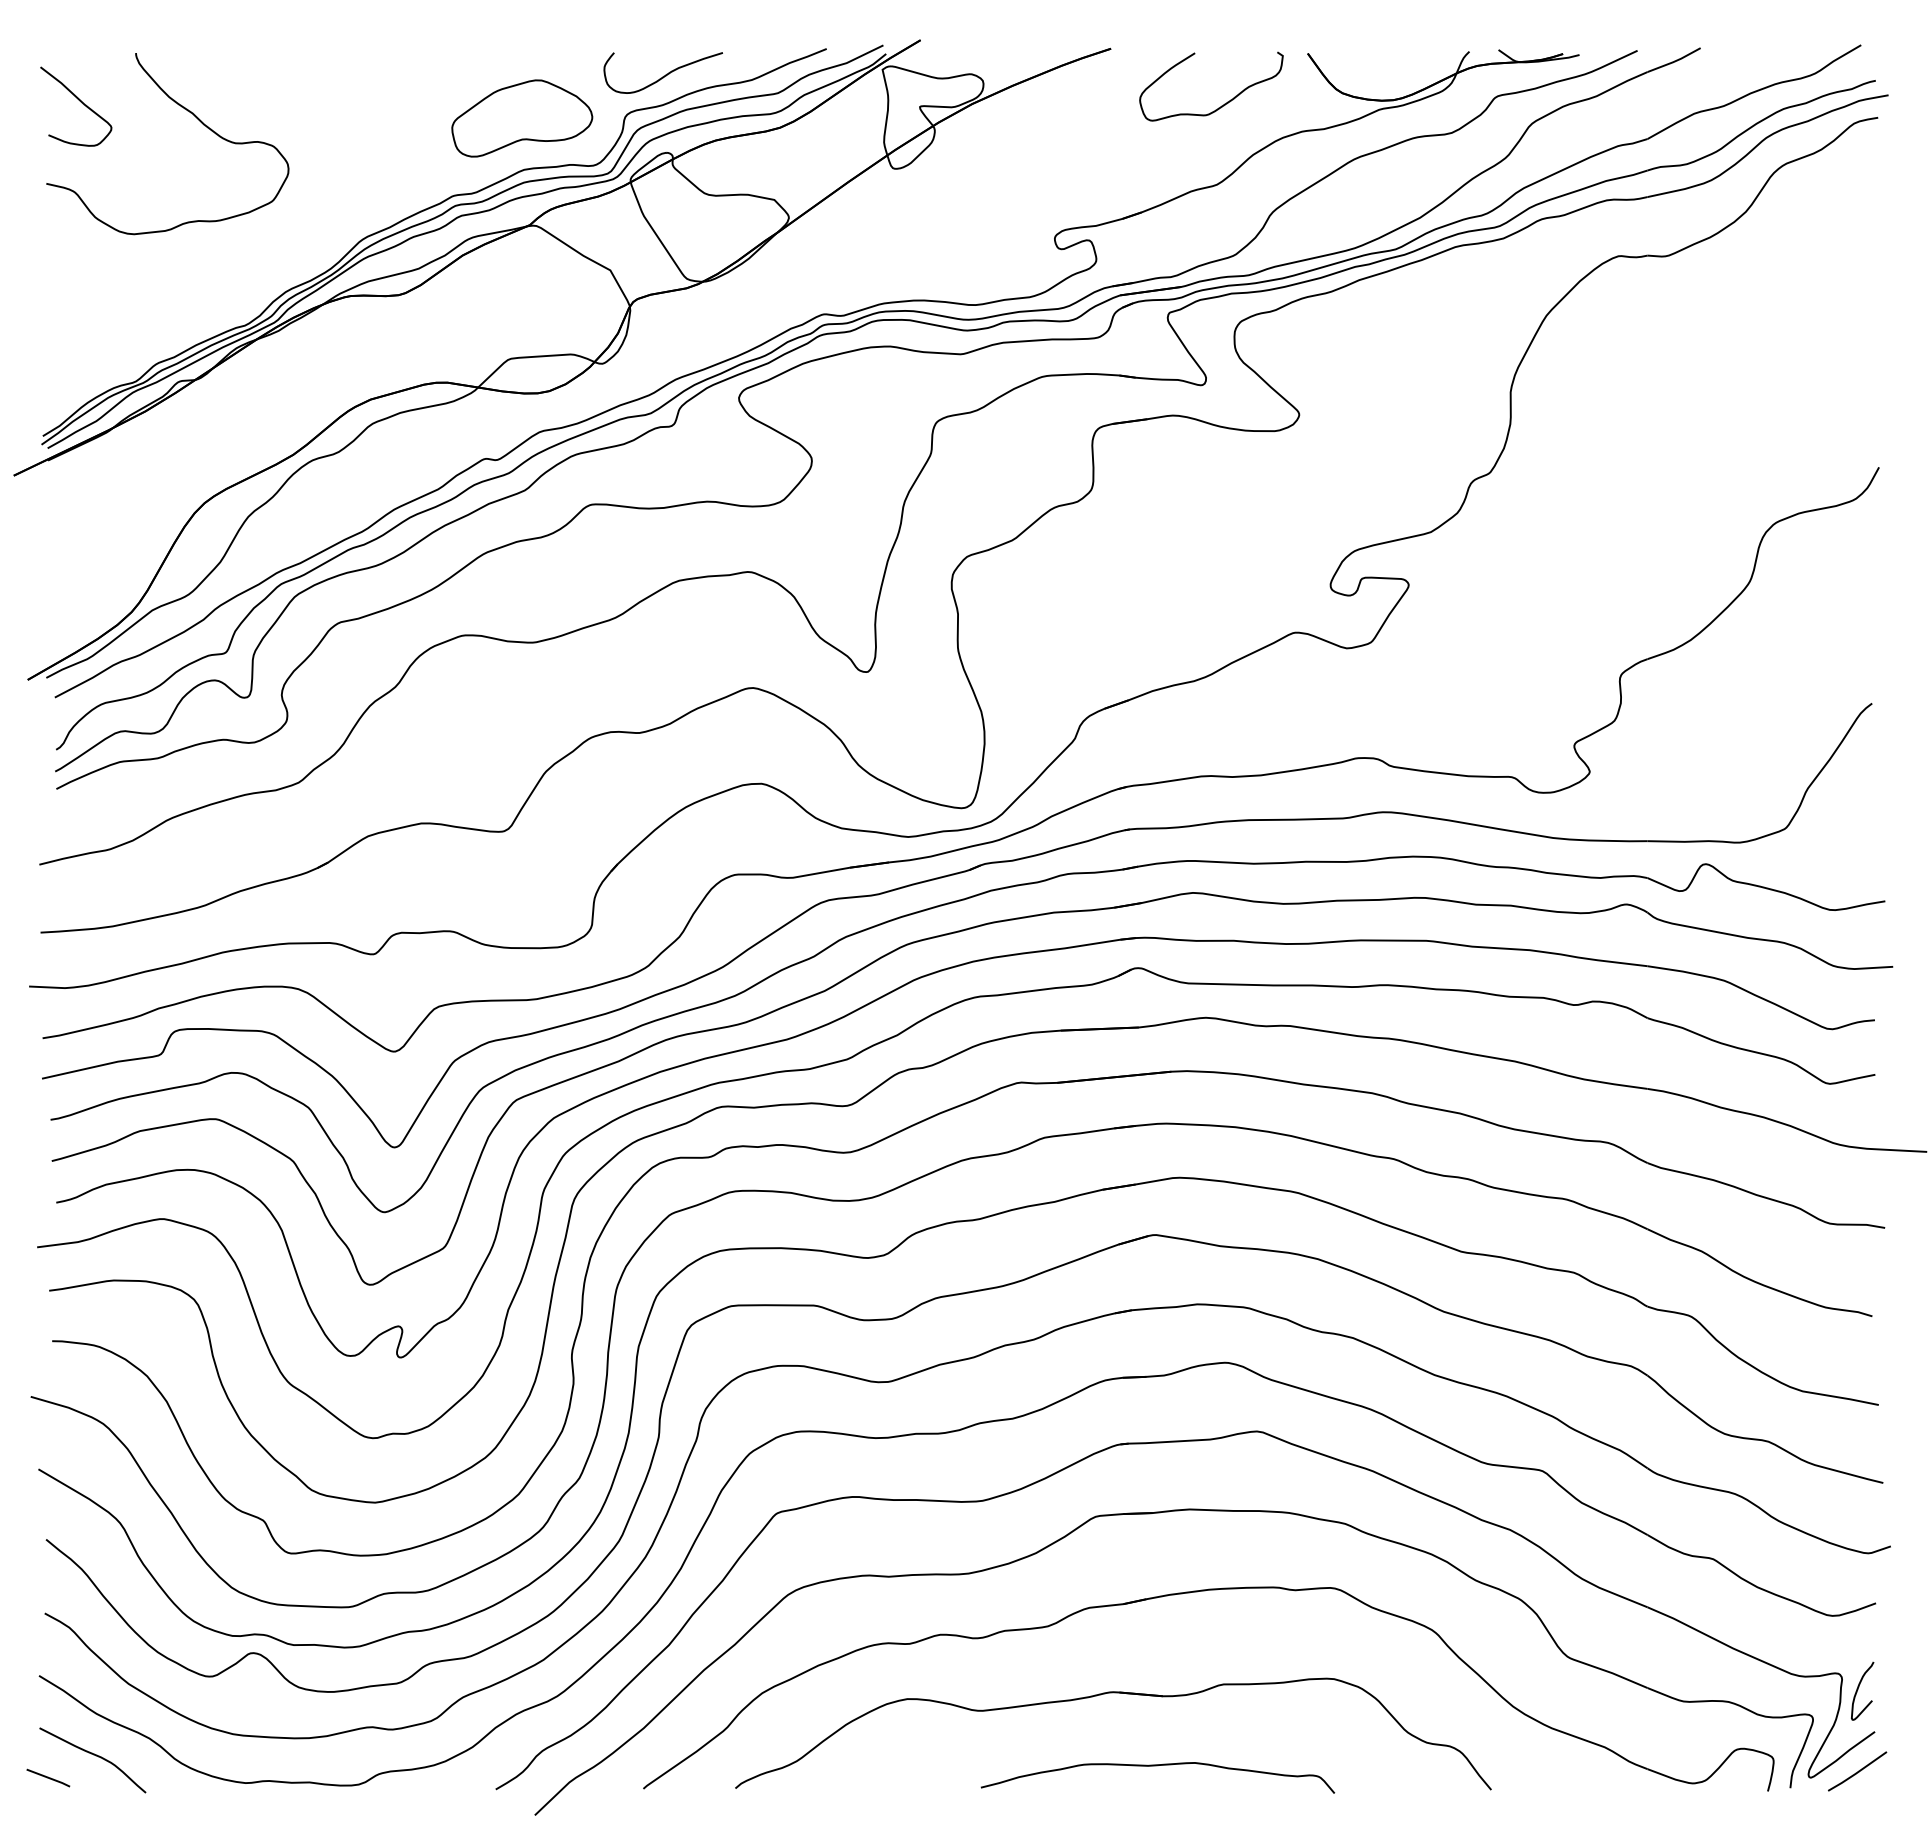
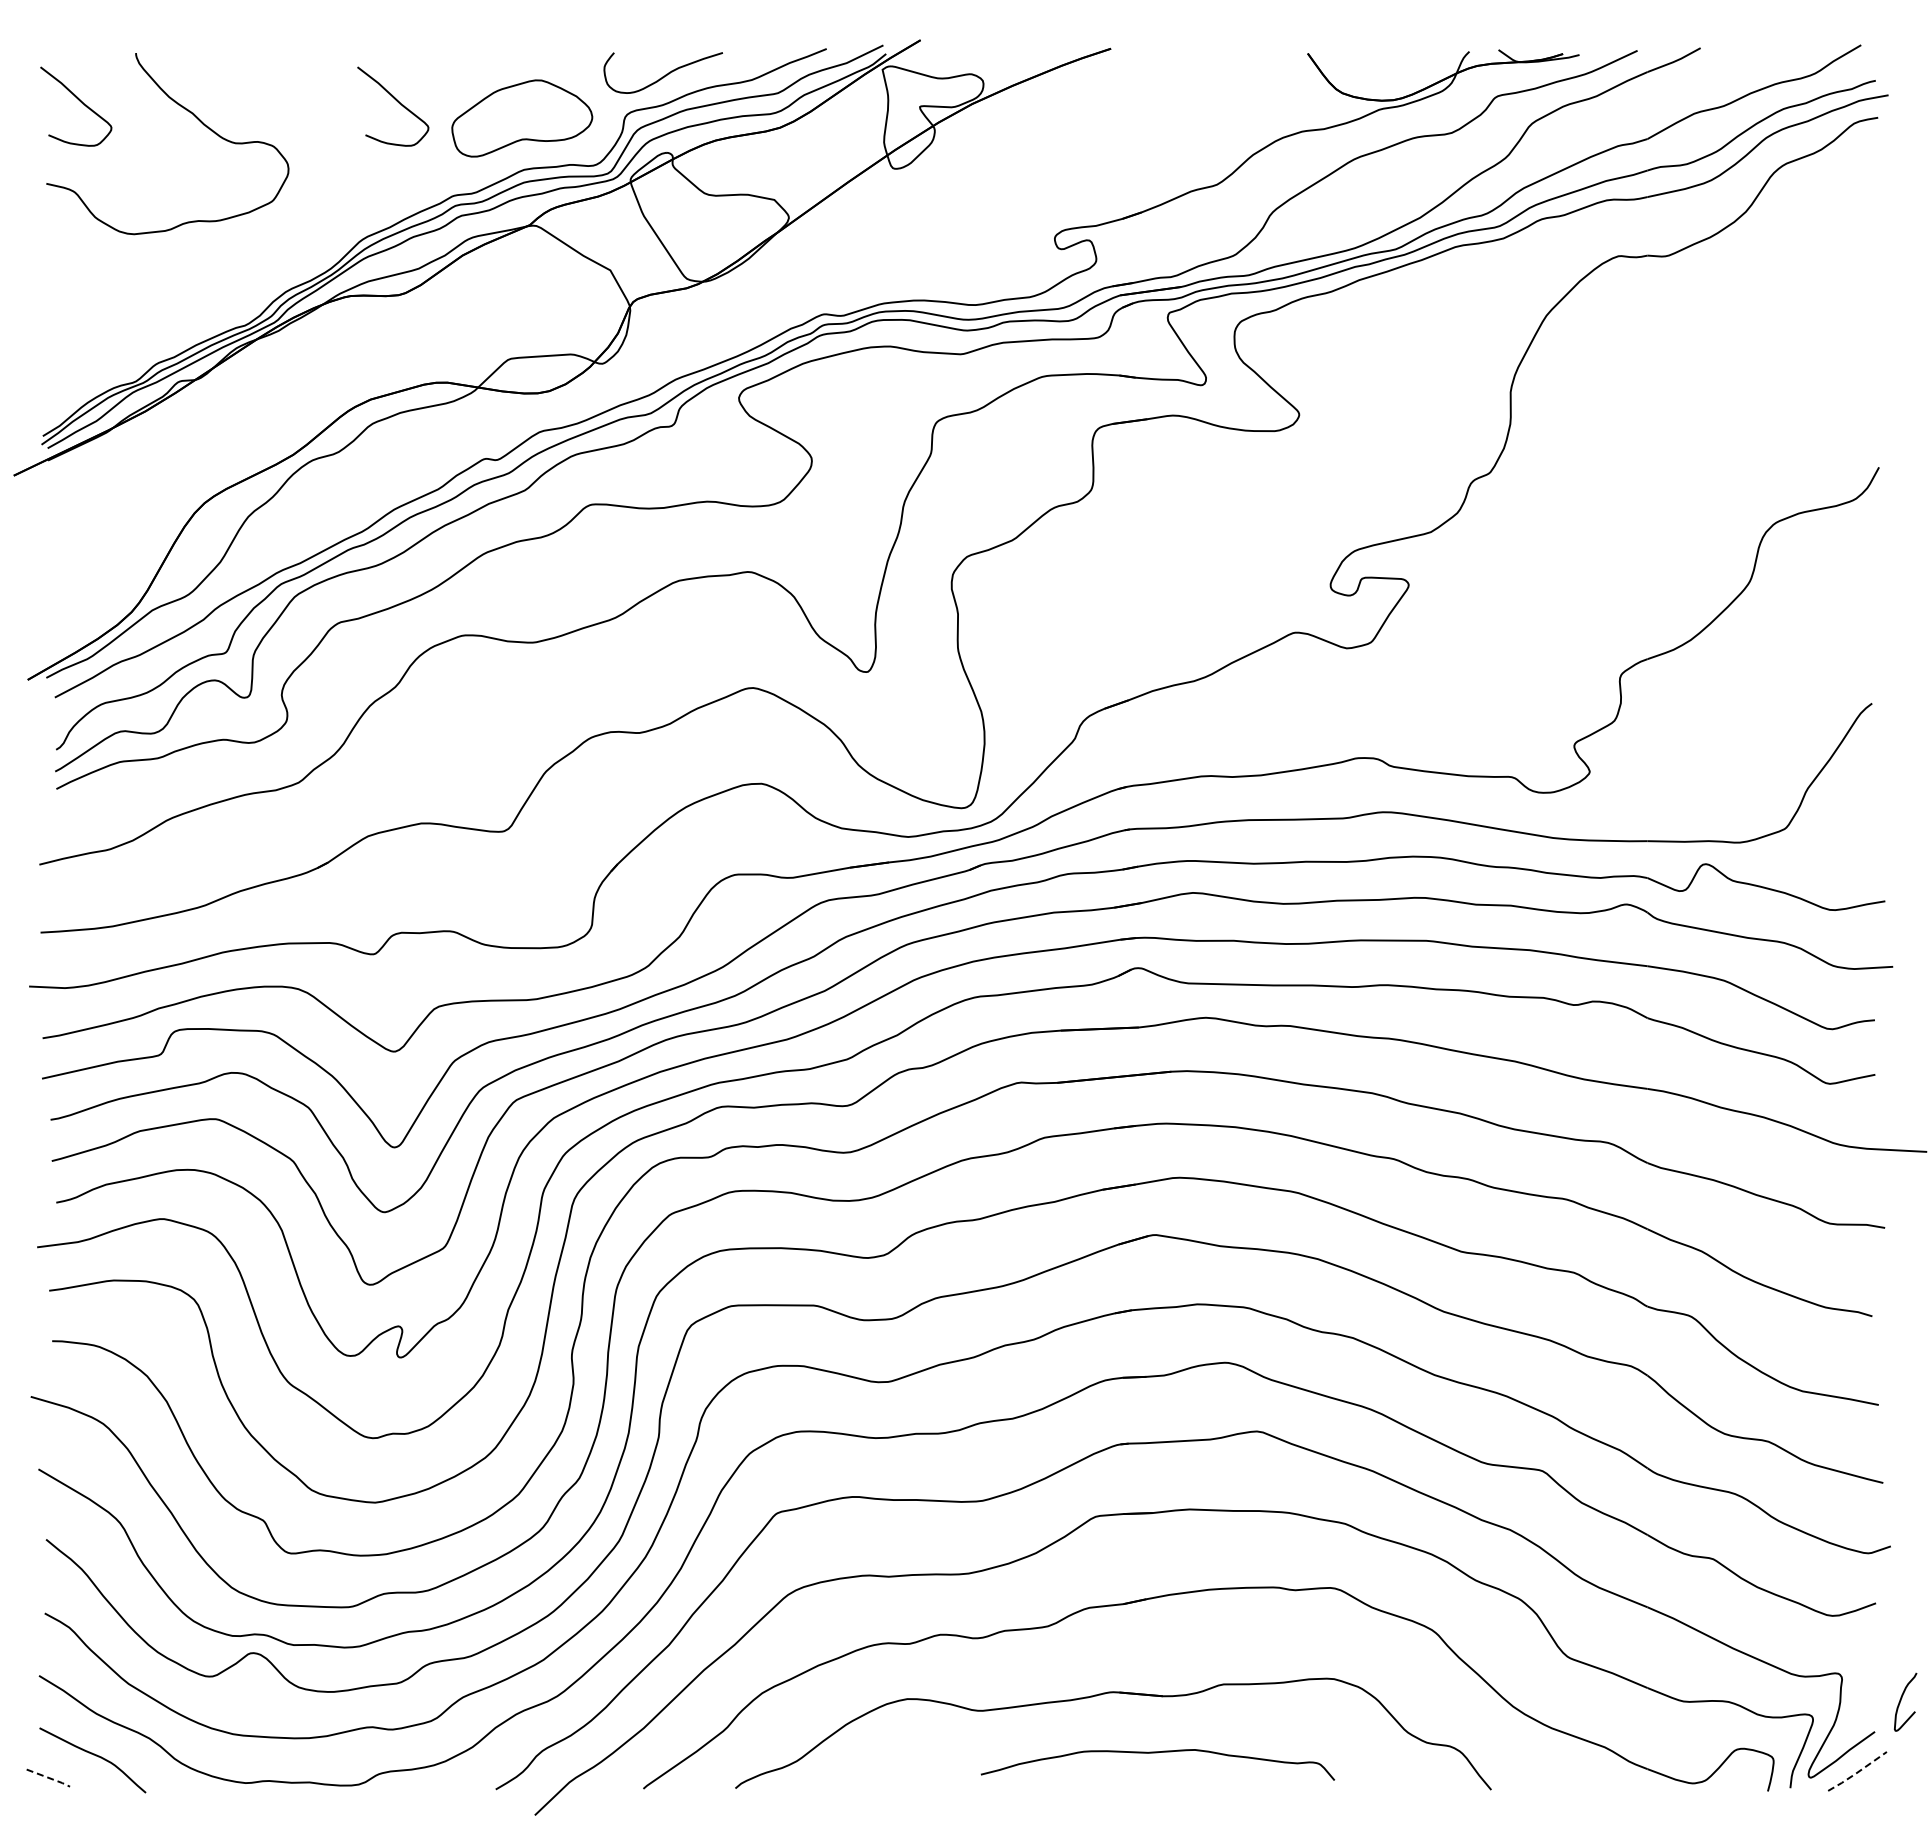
curve at (397, 102): none -> present
curve at (1224, 103): present -> none
curve at (1858, 1689) position: (1858, 1689) -> (1901, 1700)
curve at (1157, 1766) position: (1157, 1766) -> (1157, 1753)
line at (1857, 1772): solid -> dashed
line at (49, 1778): solid -> dashed
